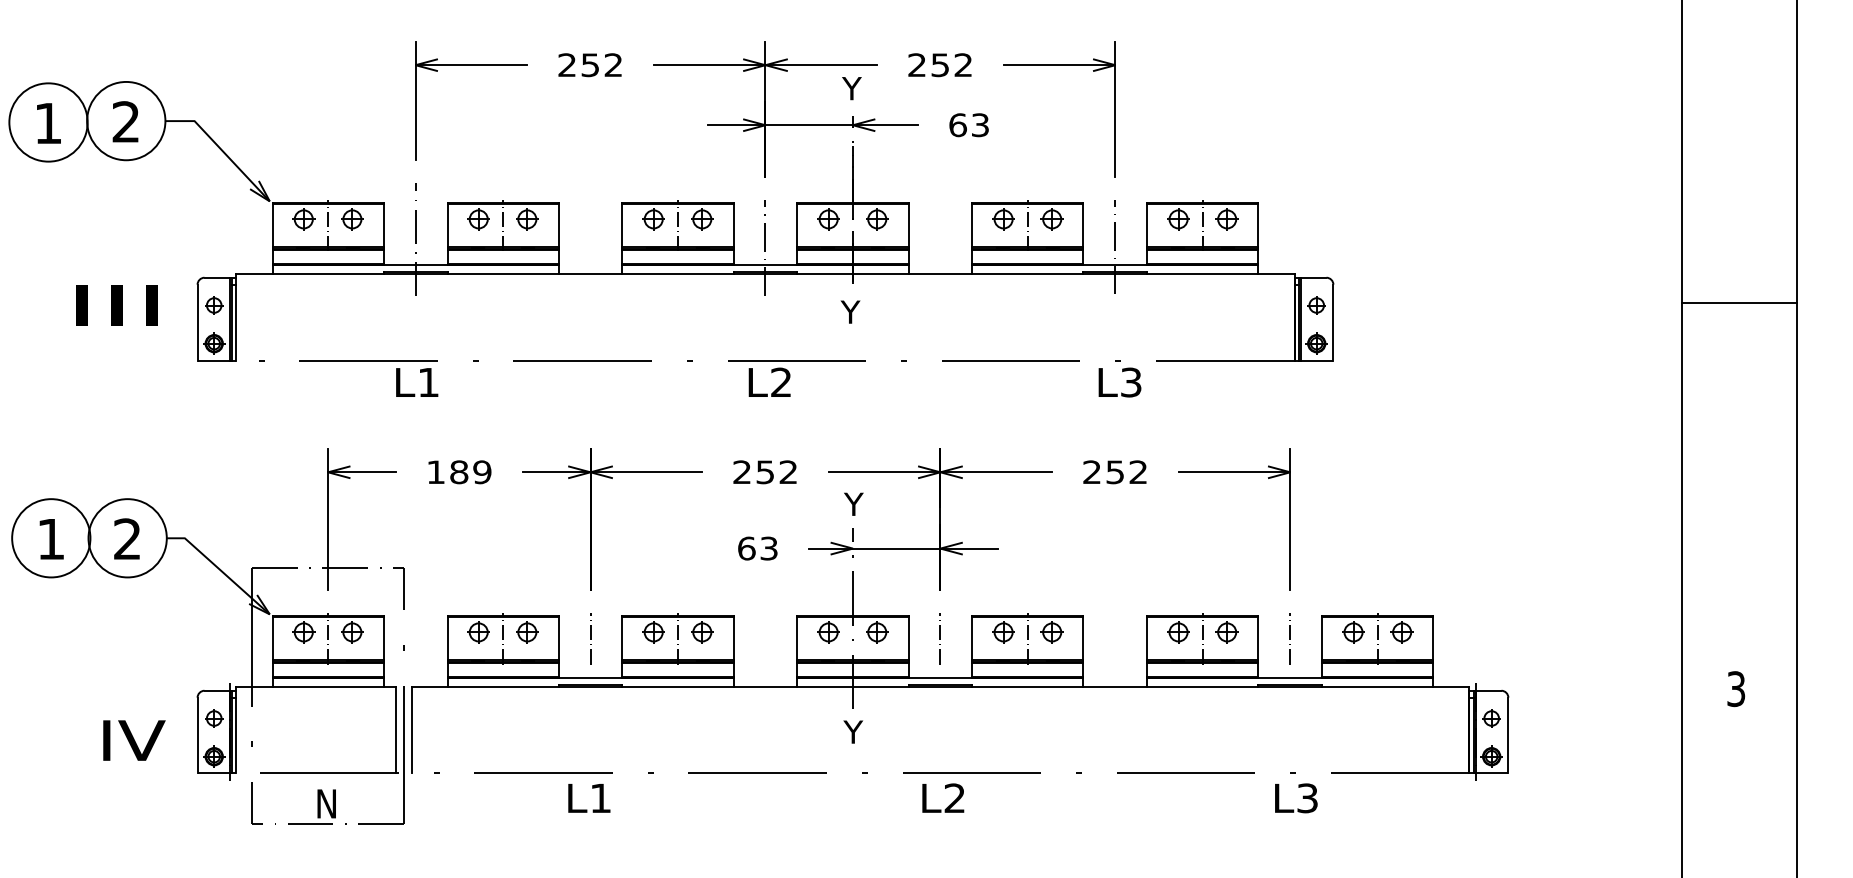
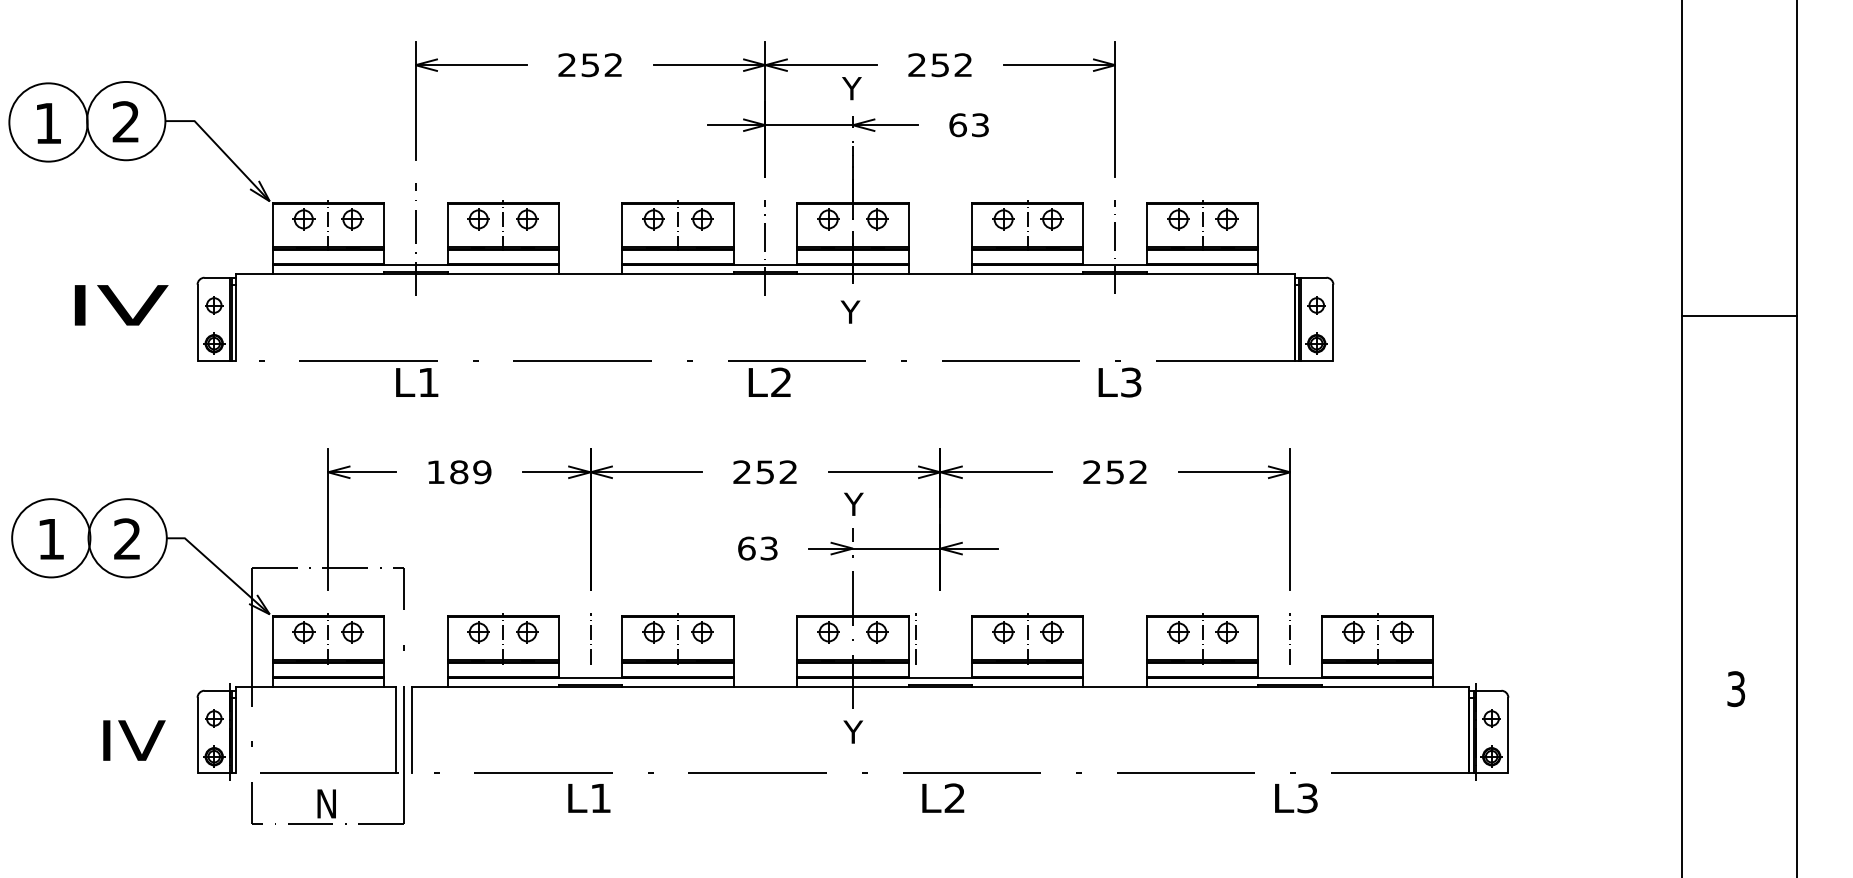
line at (1739, 303) position: (1739, 303) -> (1739, 316)
text at (121, 305): III -> IV
line at (939, 638) position: (939, 638) -> (915, 638)
